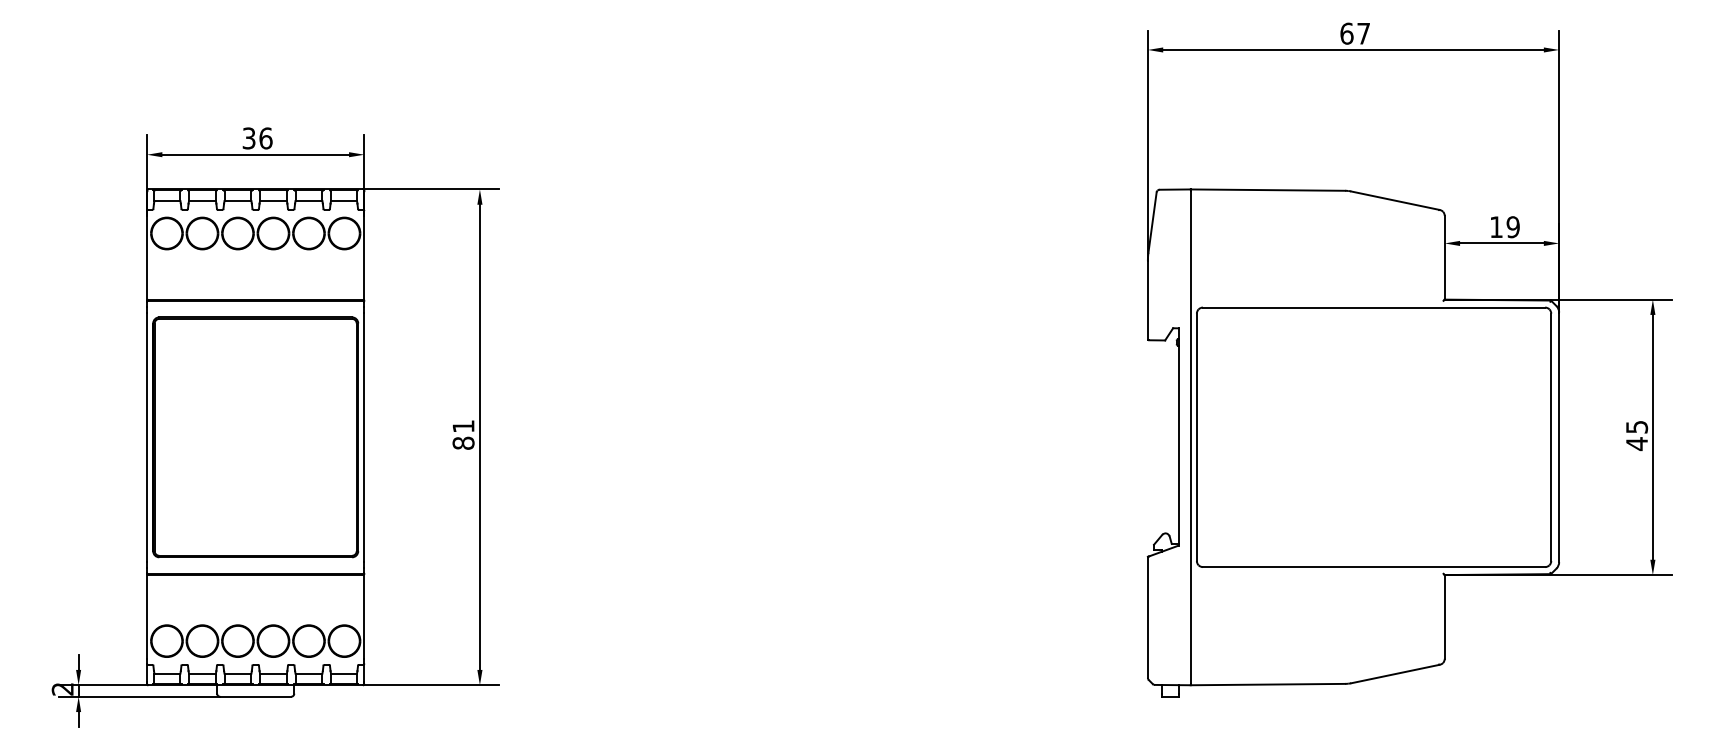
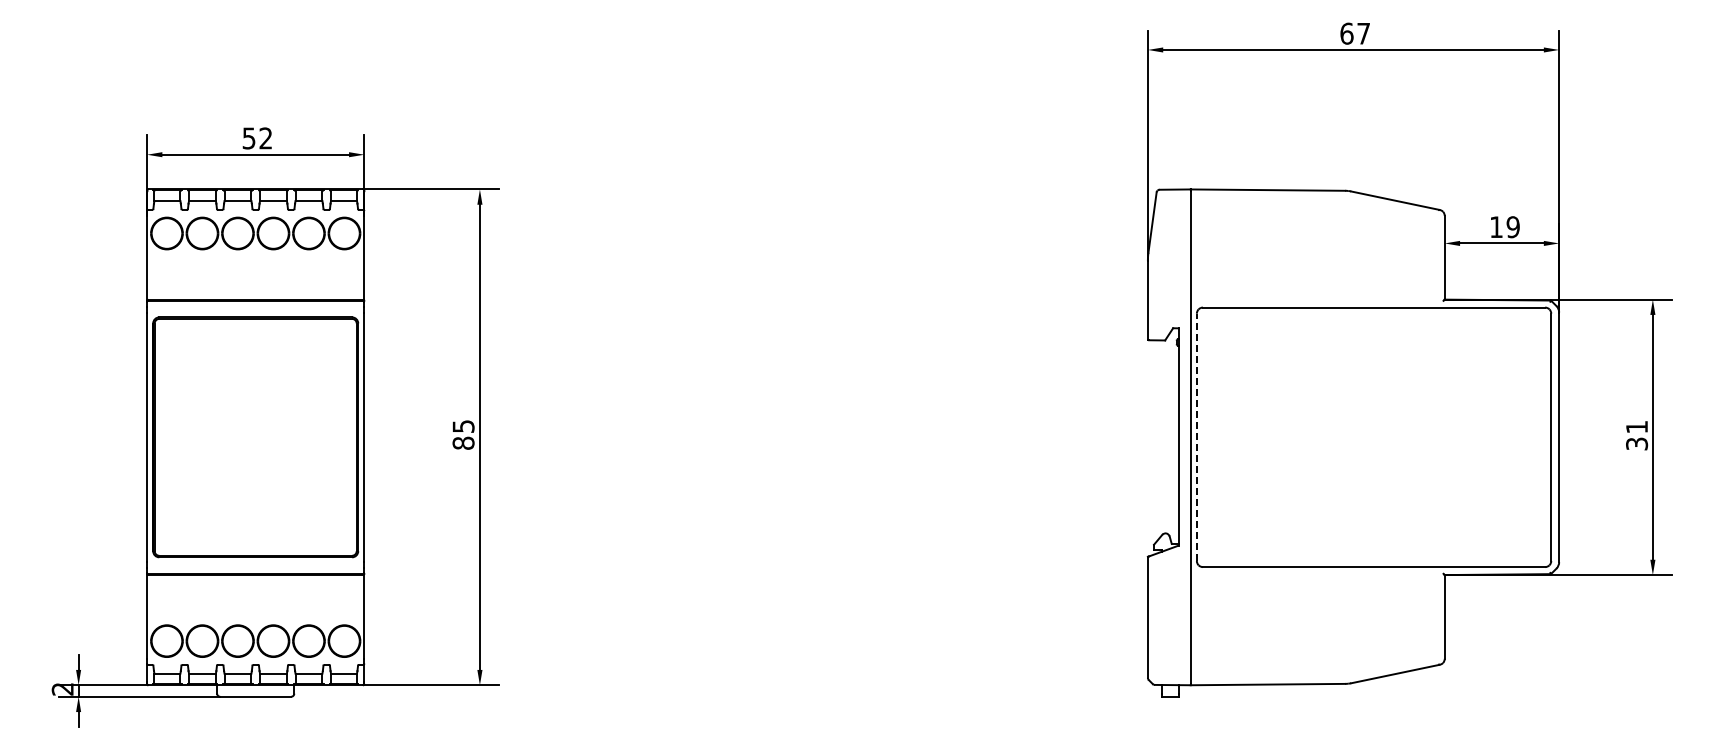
text at (257, 138): 36 -> 52
text at (463, 426): 81 -> 85
text at (1637, 436): 45 -> 31
line at (1196, 437): solid -> dashed
